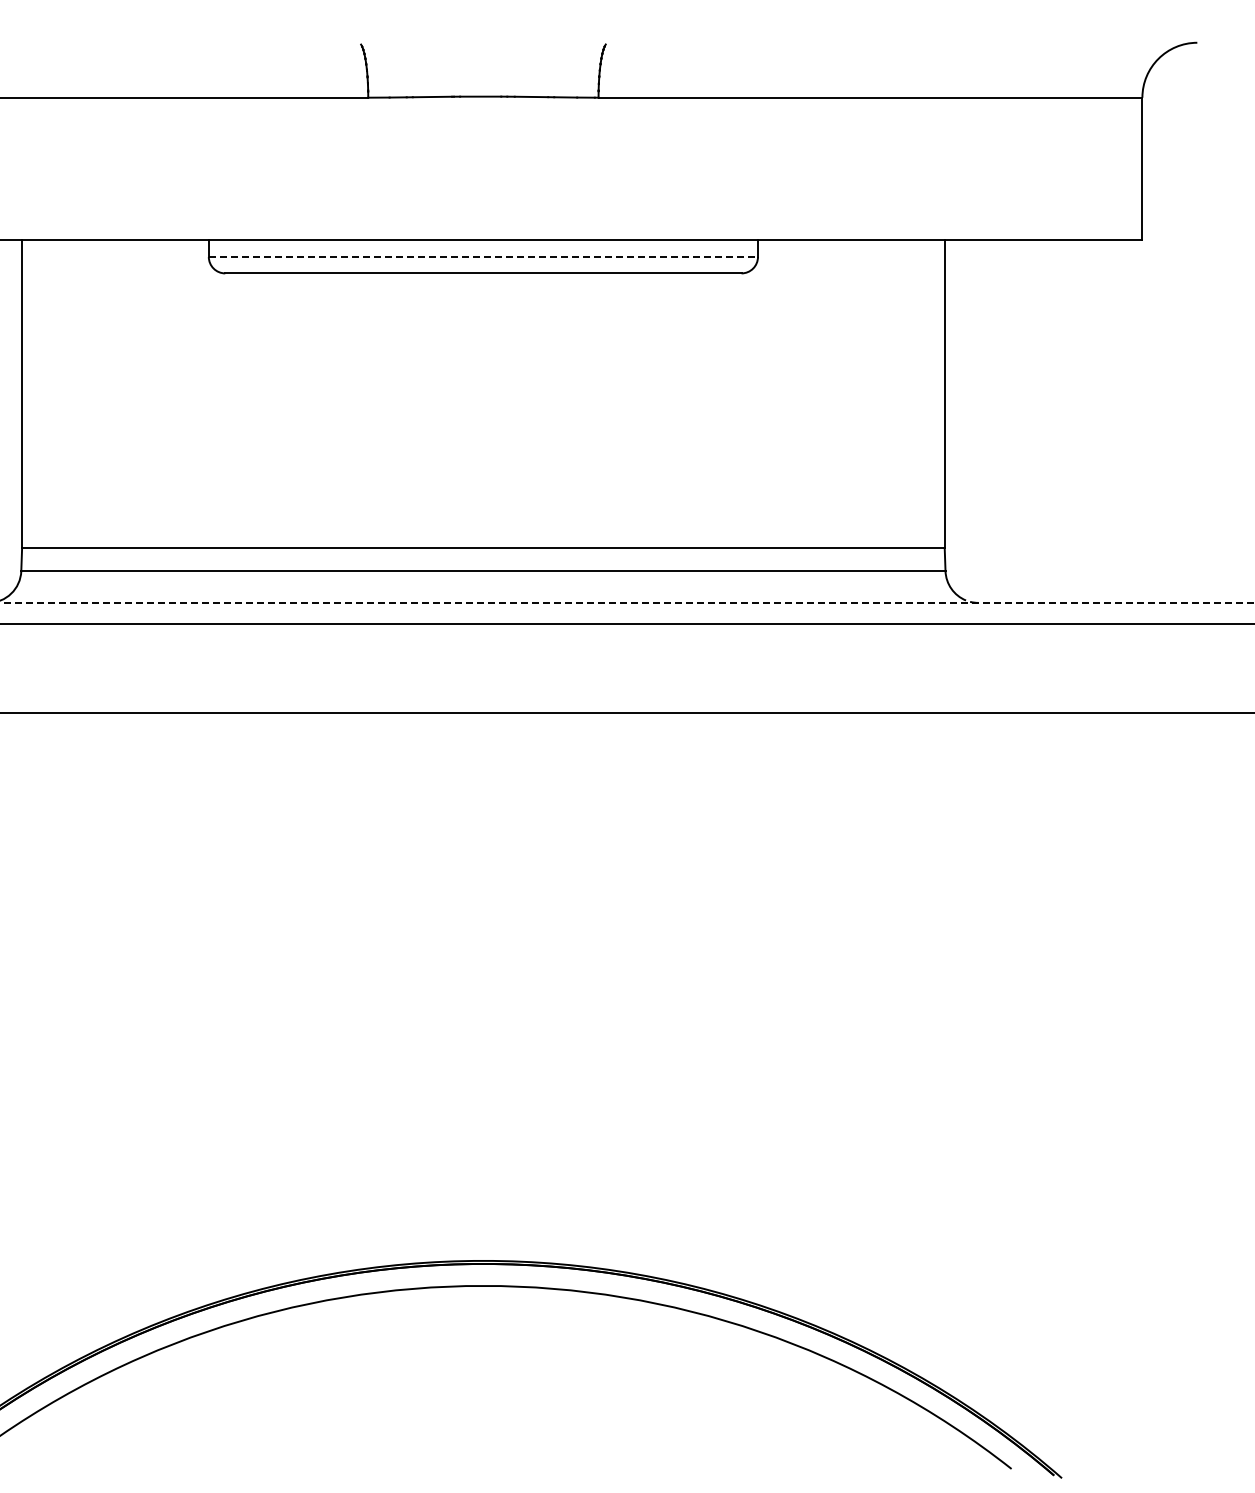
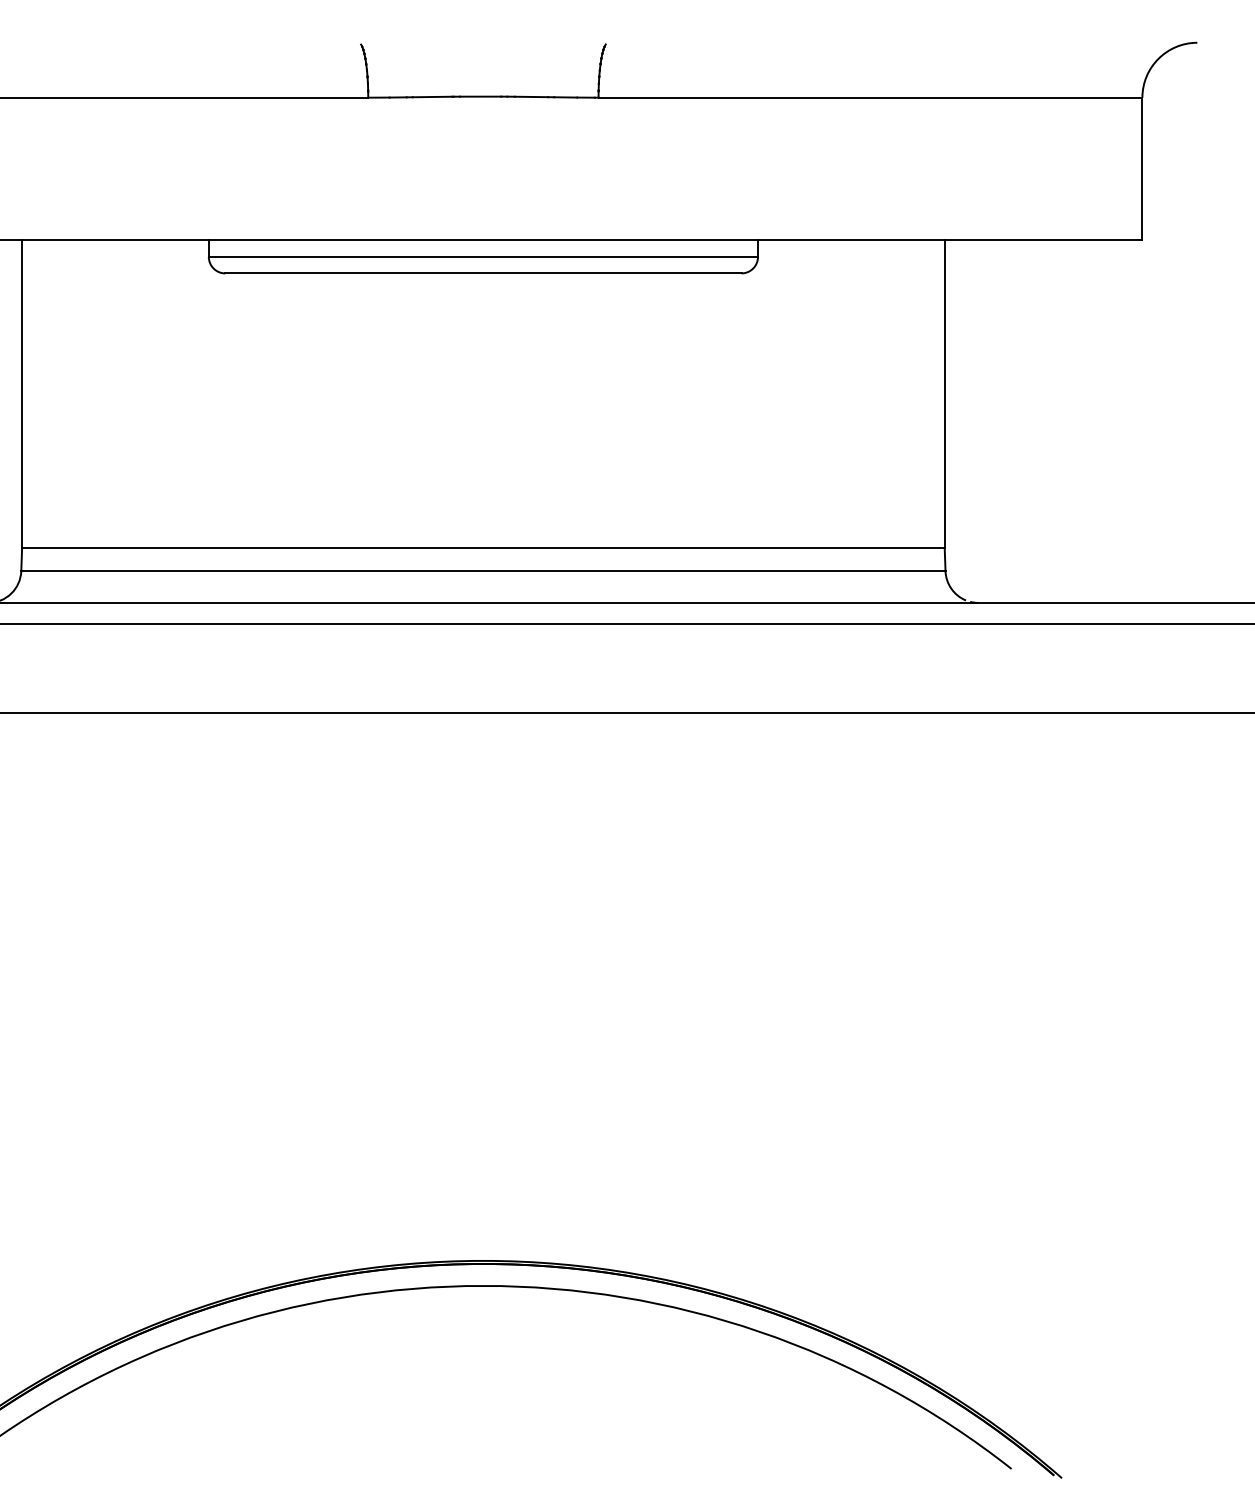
line at (483, 256): dashed -> solid
line at (627, 602): dashed -> solid
